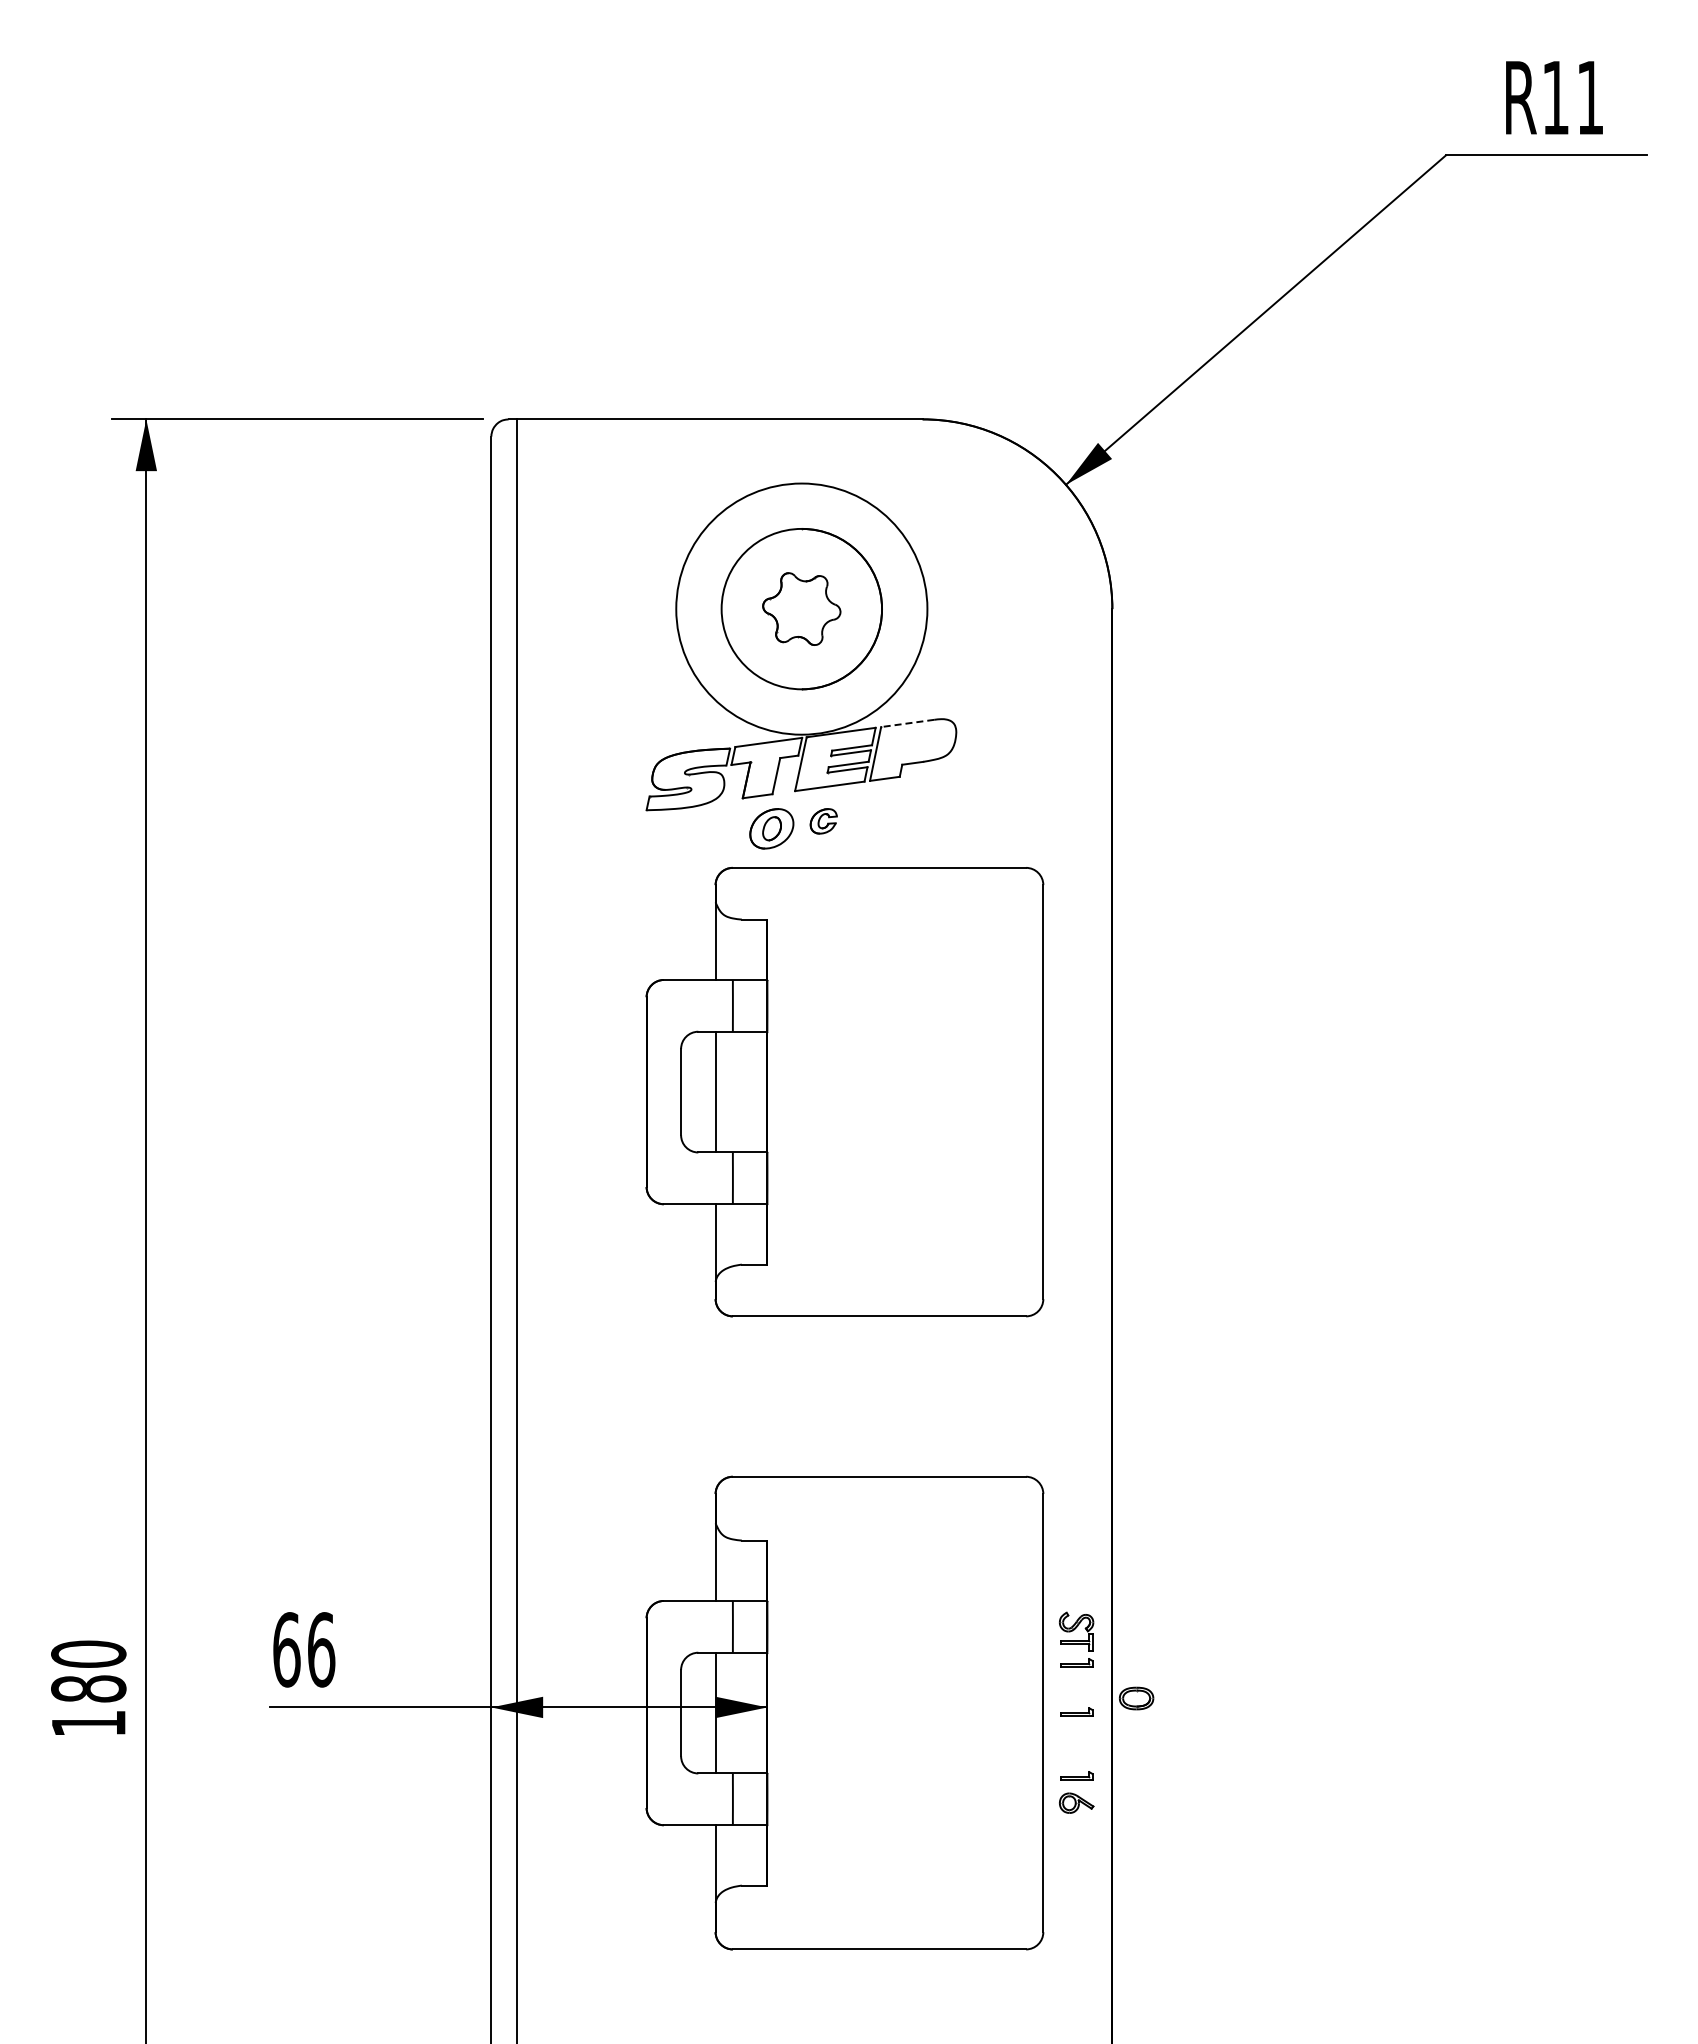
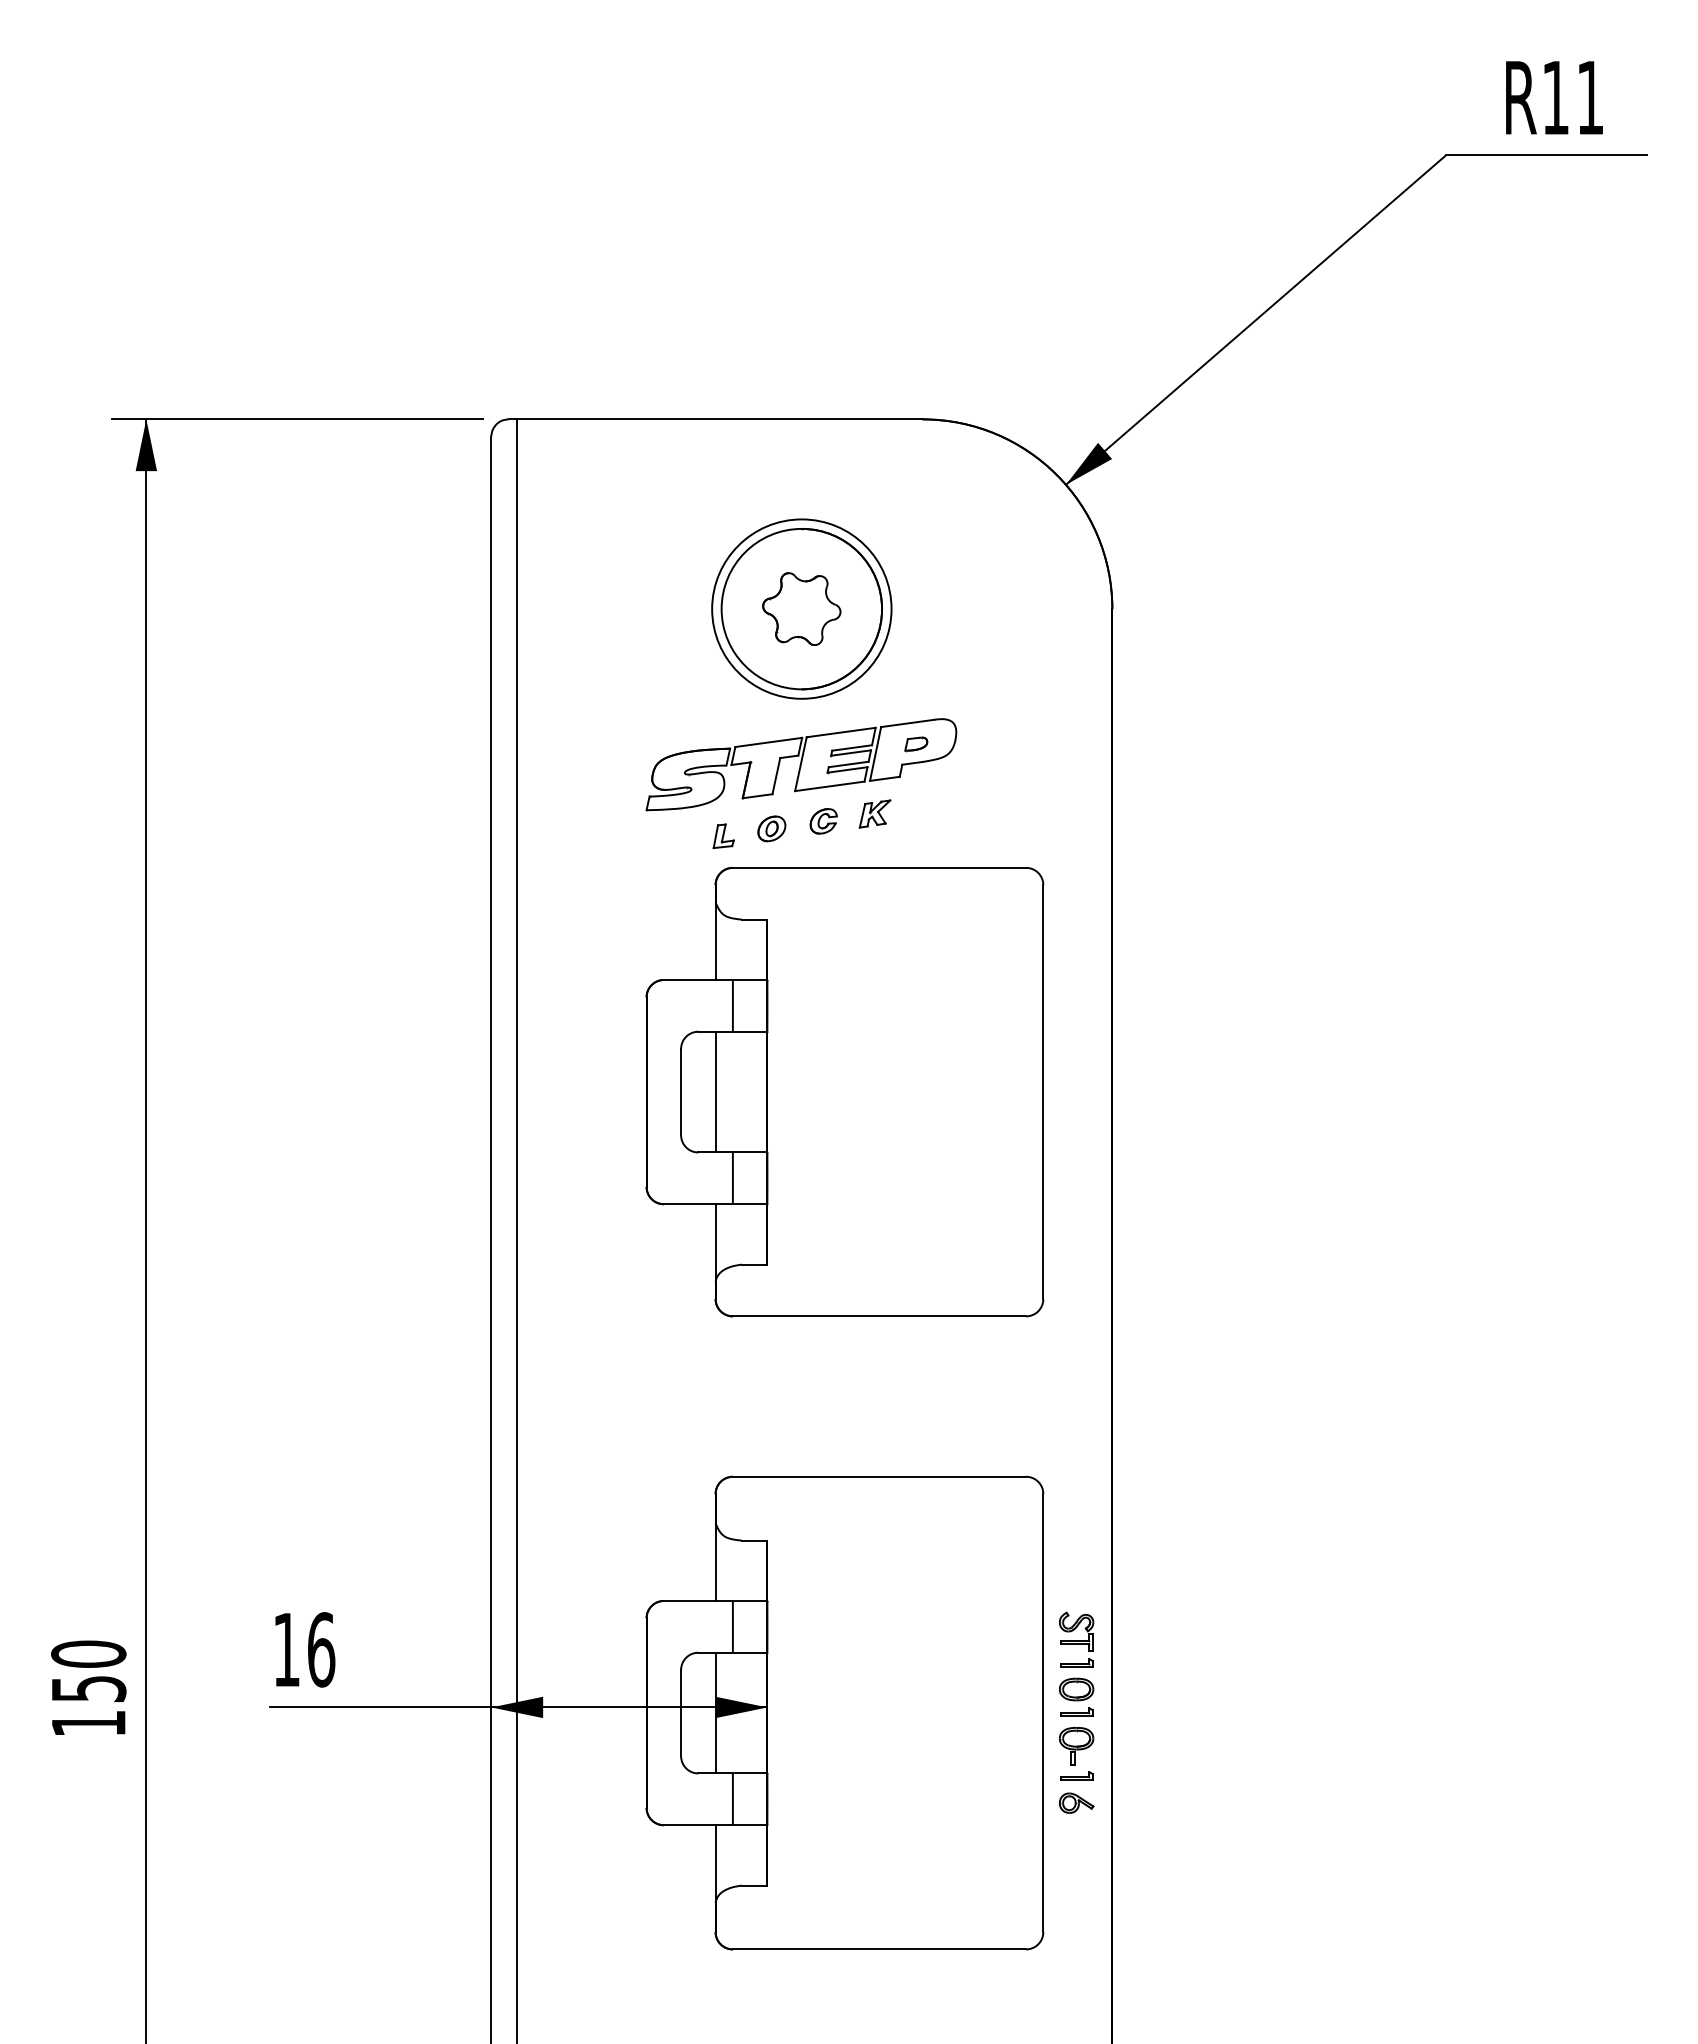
circle at (801, 608) diameter: 251 px -> 179 px
line at (907, 723): dashed -> solid
part at (916, 744): none -> present
part at (874, 813): none -> present
part at (771, 828) size: 46x42 px -> 30x28 px
part at (723, 835): none -> present
text at (286, 1649): 66 -> 16
text at (88, 1688): 180 -> 150
part at (1136, 1698) position: (1136, 1698) -> (1076, 1689)
part at (1076, 1746): none -> present
